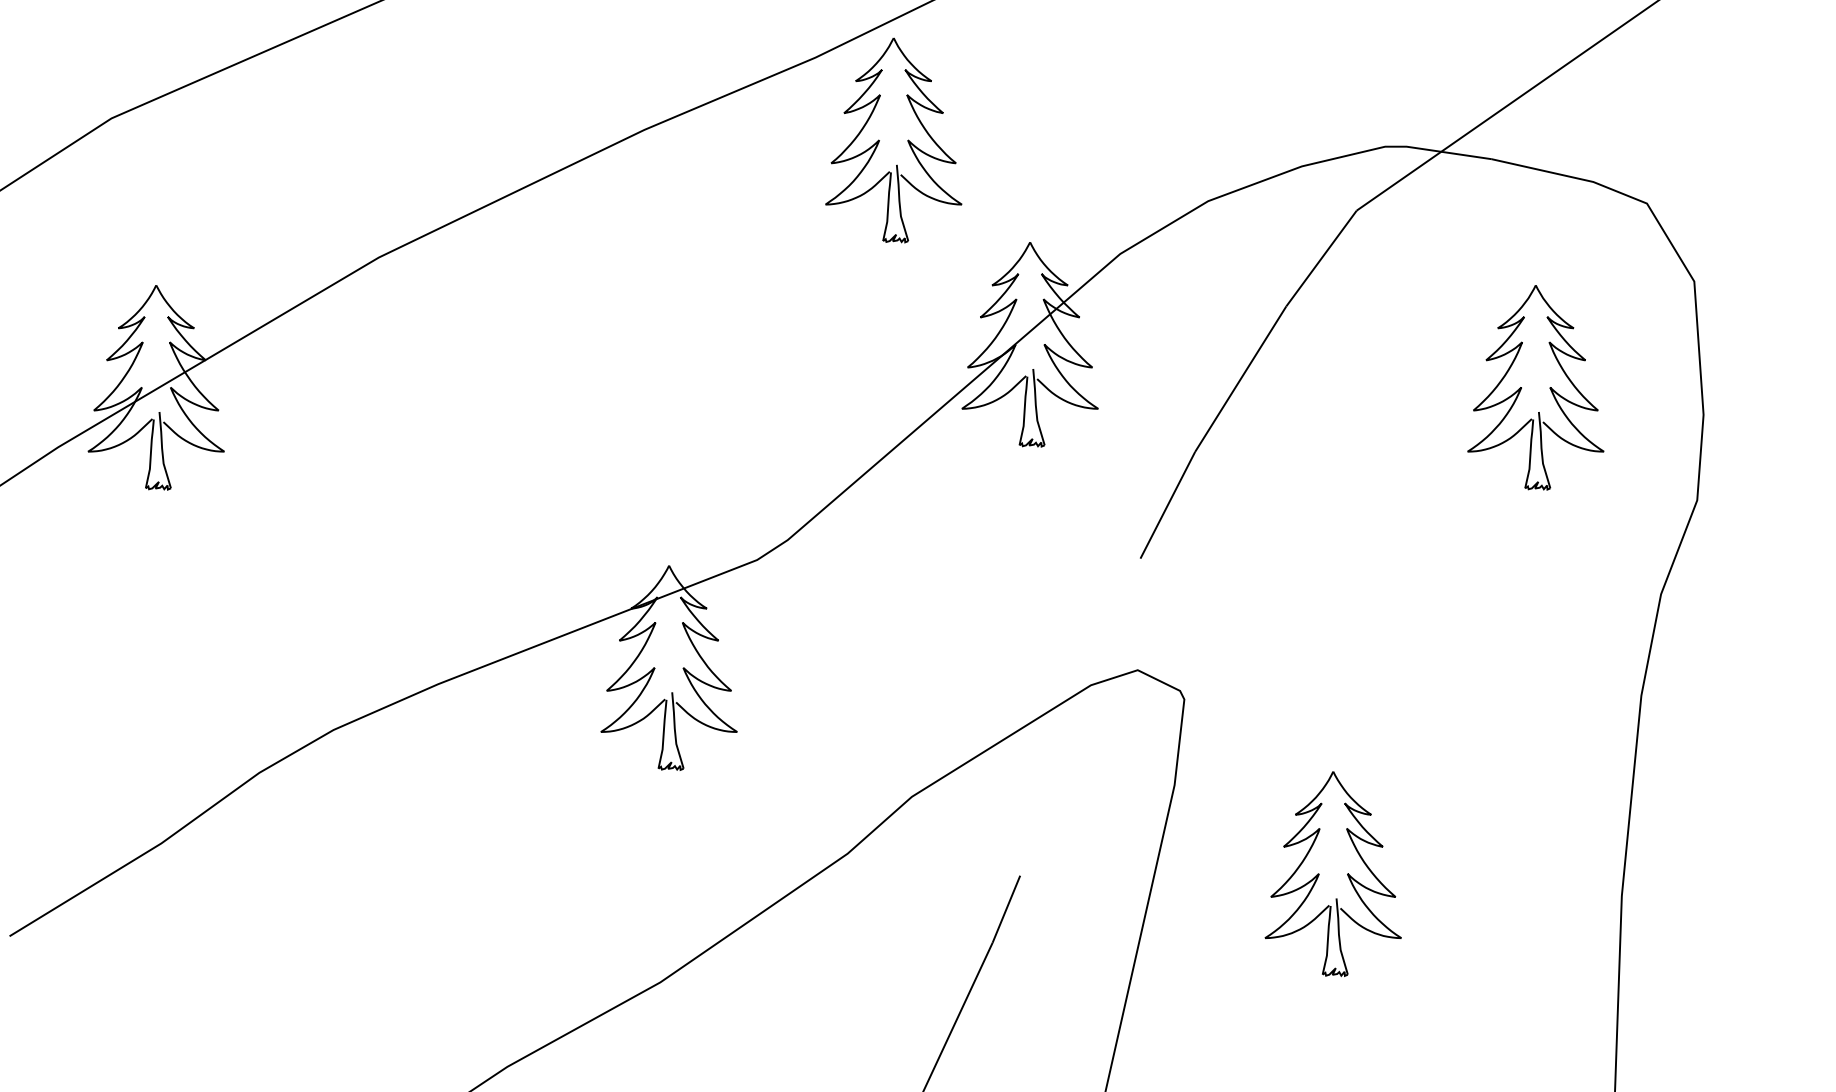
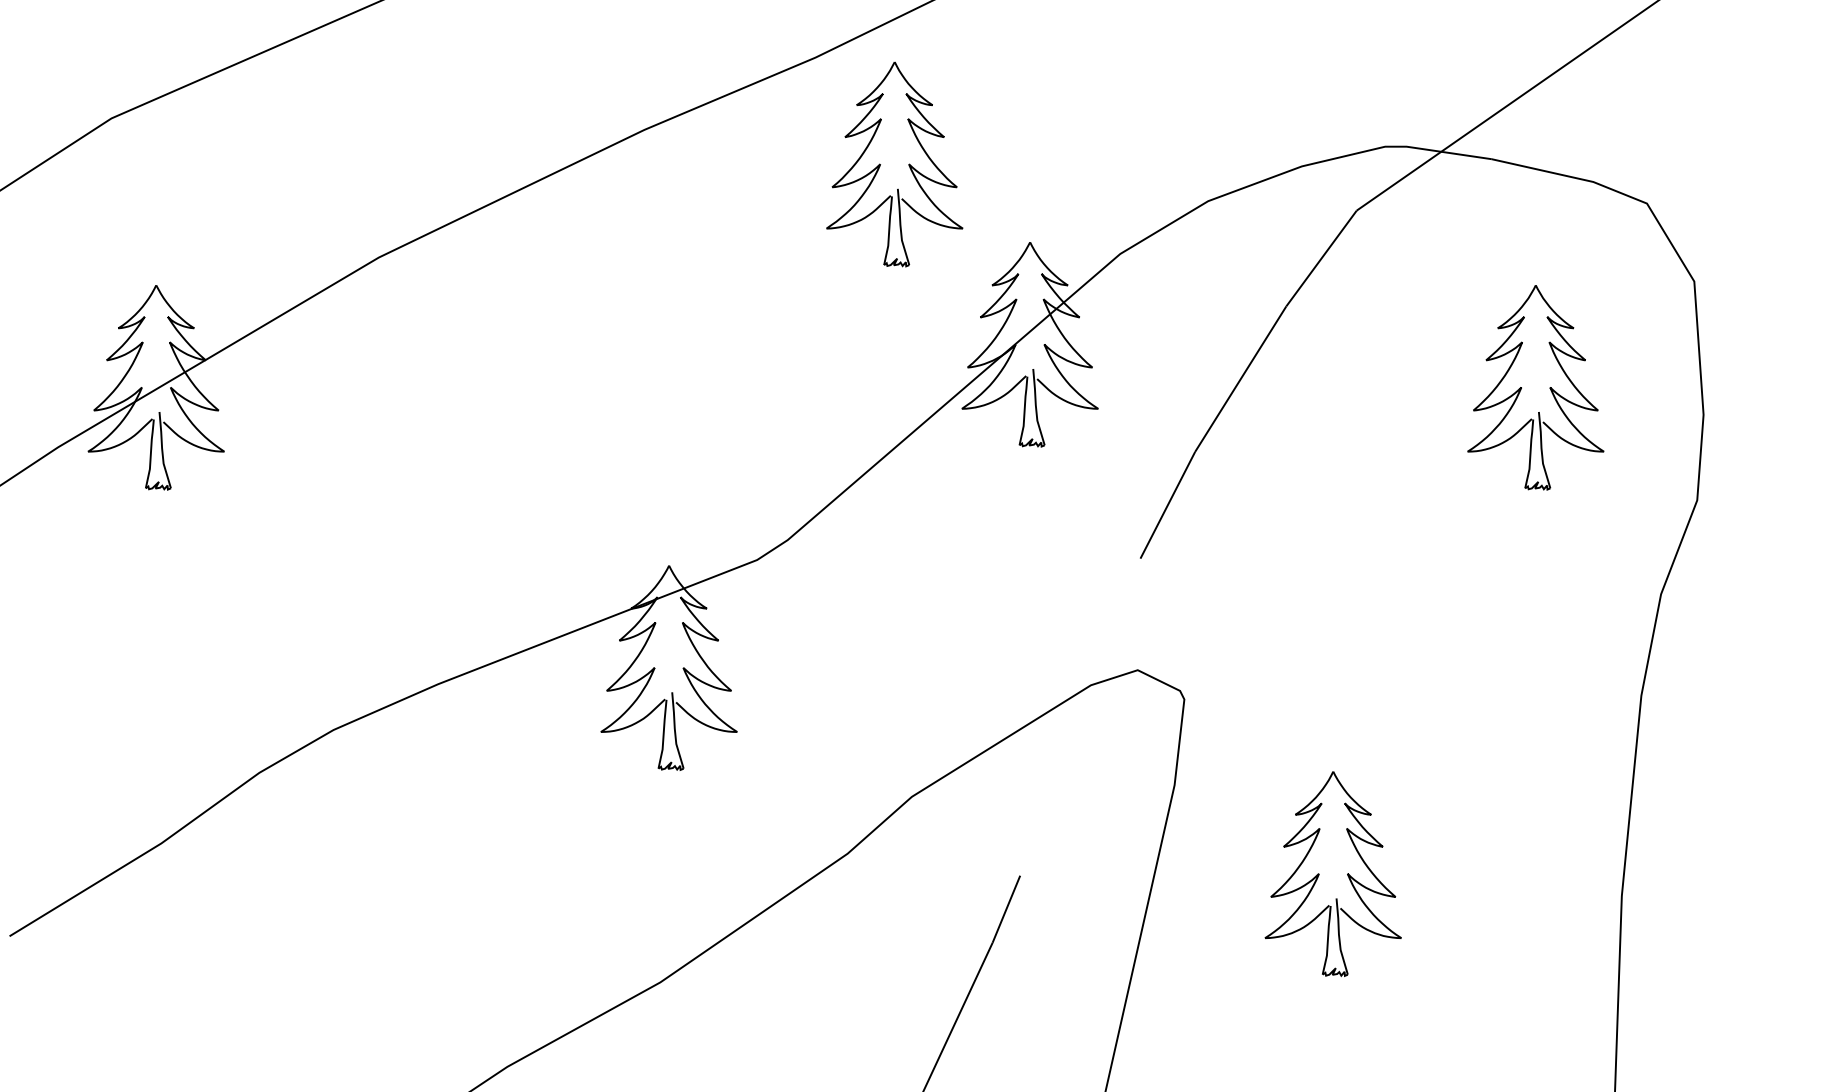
part at (879, 140) position: (879, 140) -> (880, 164)
